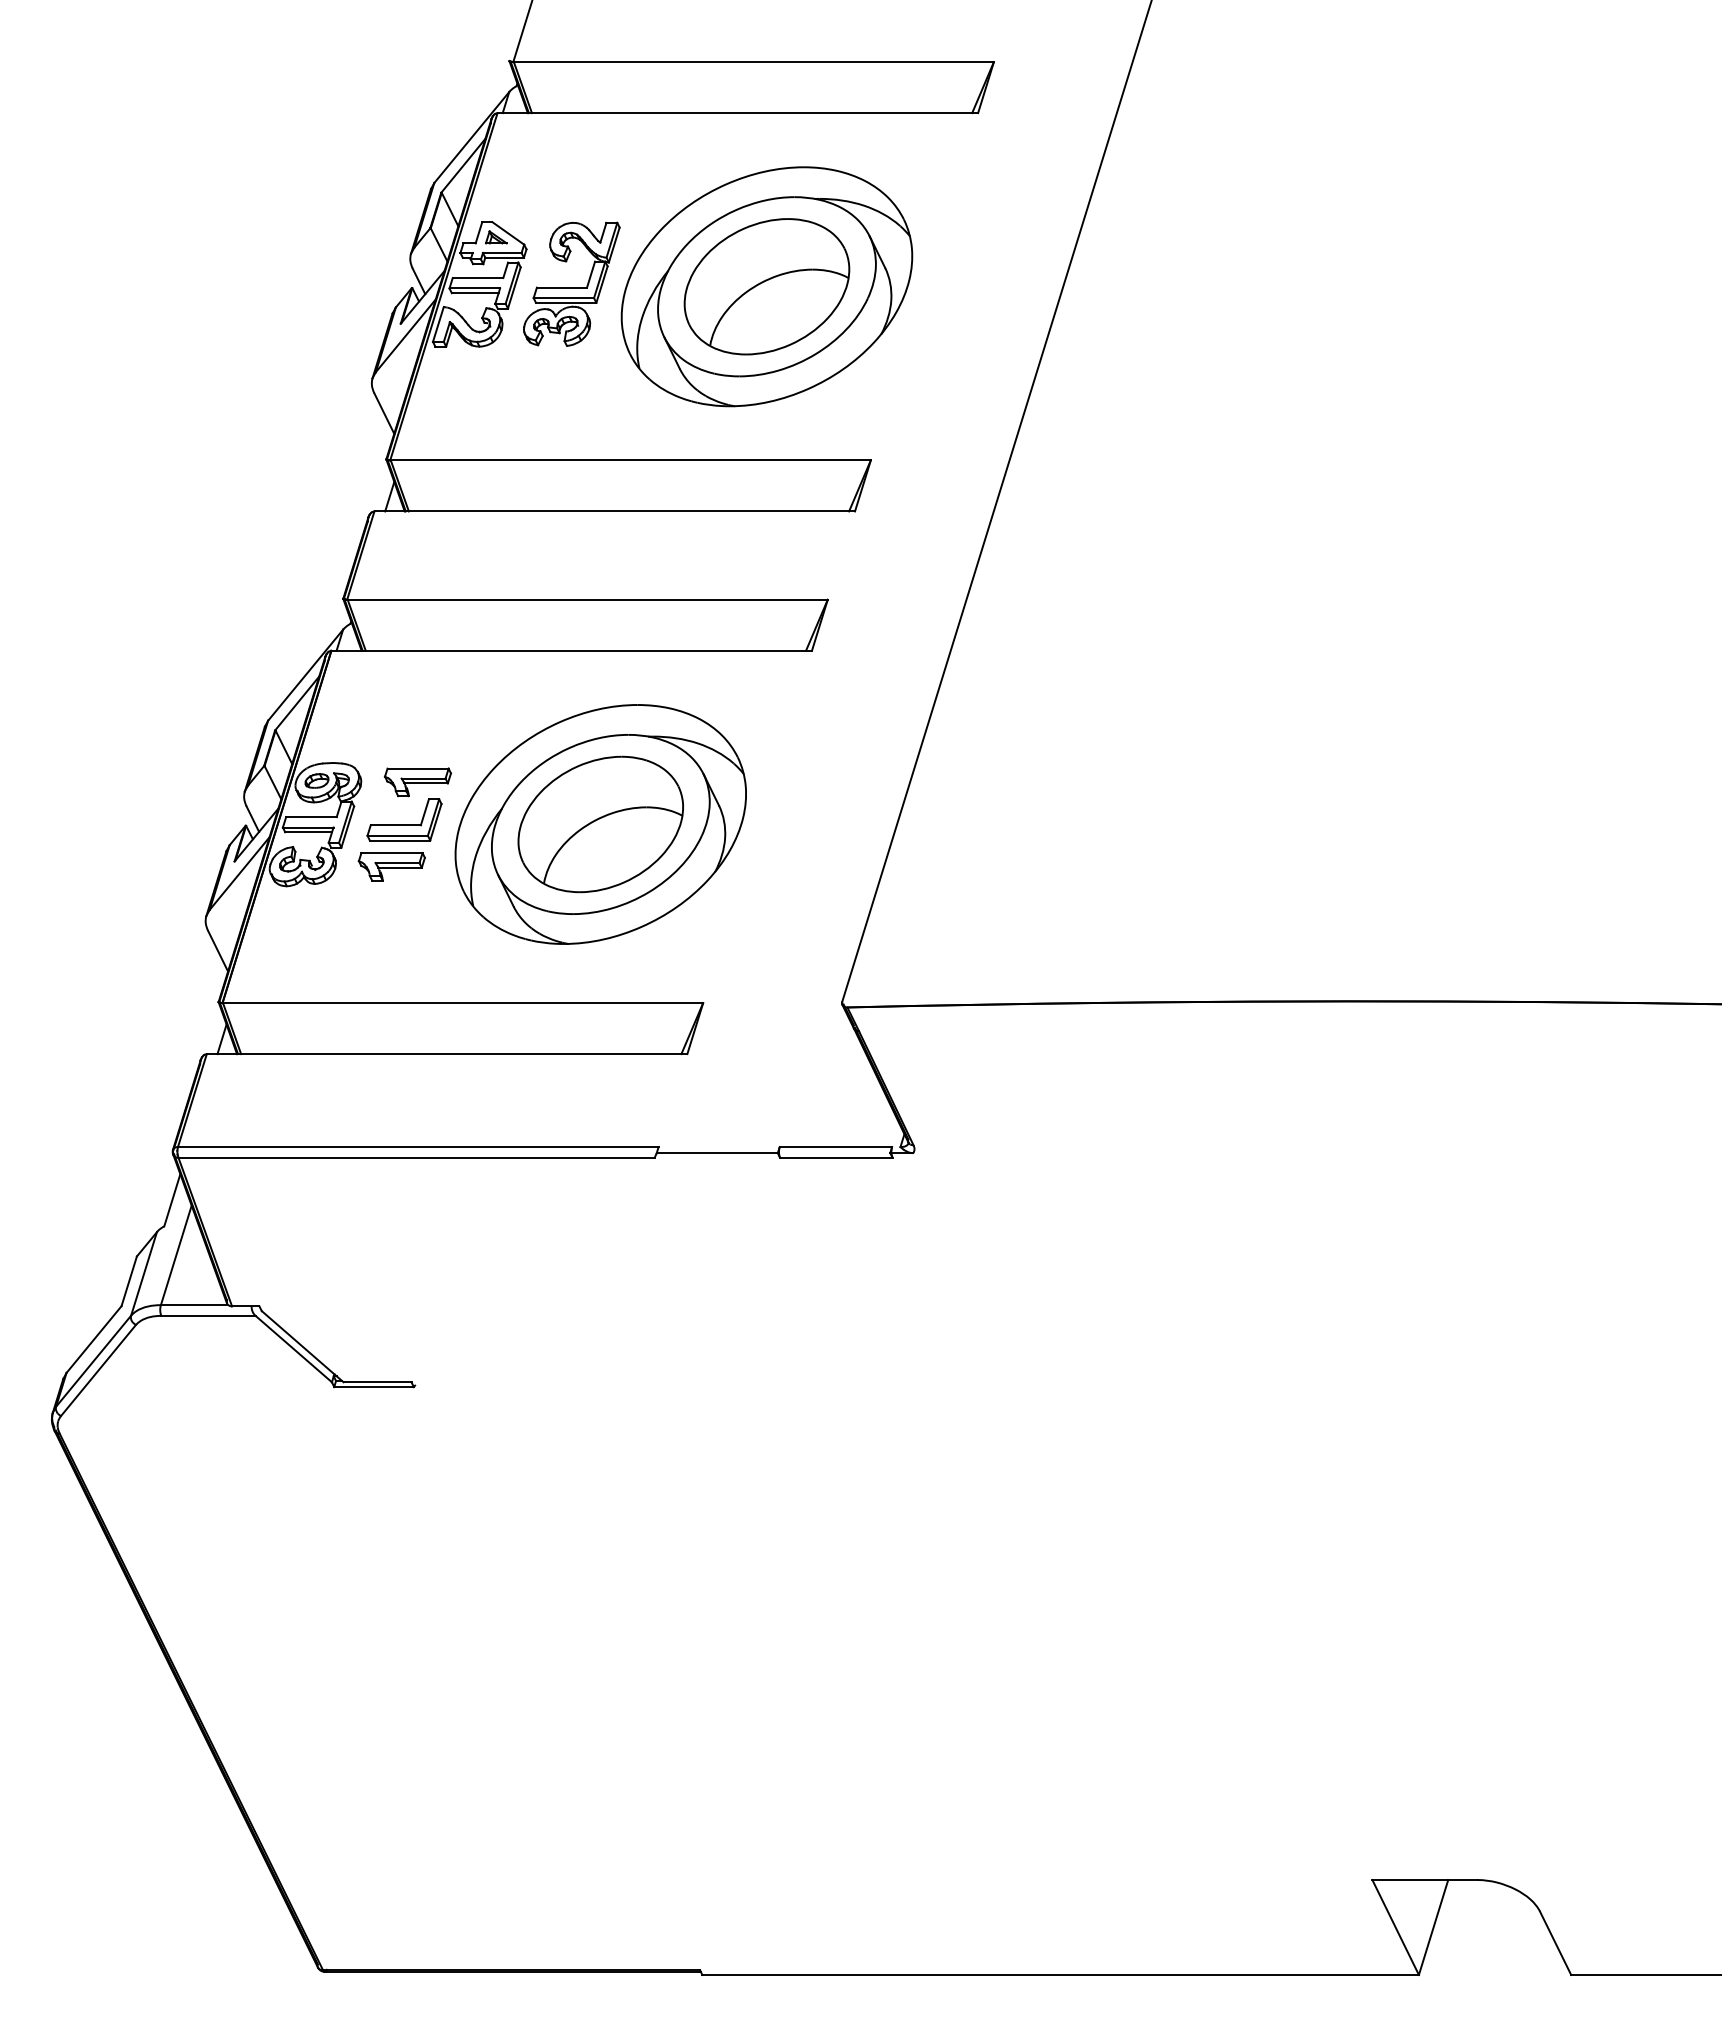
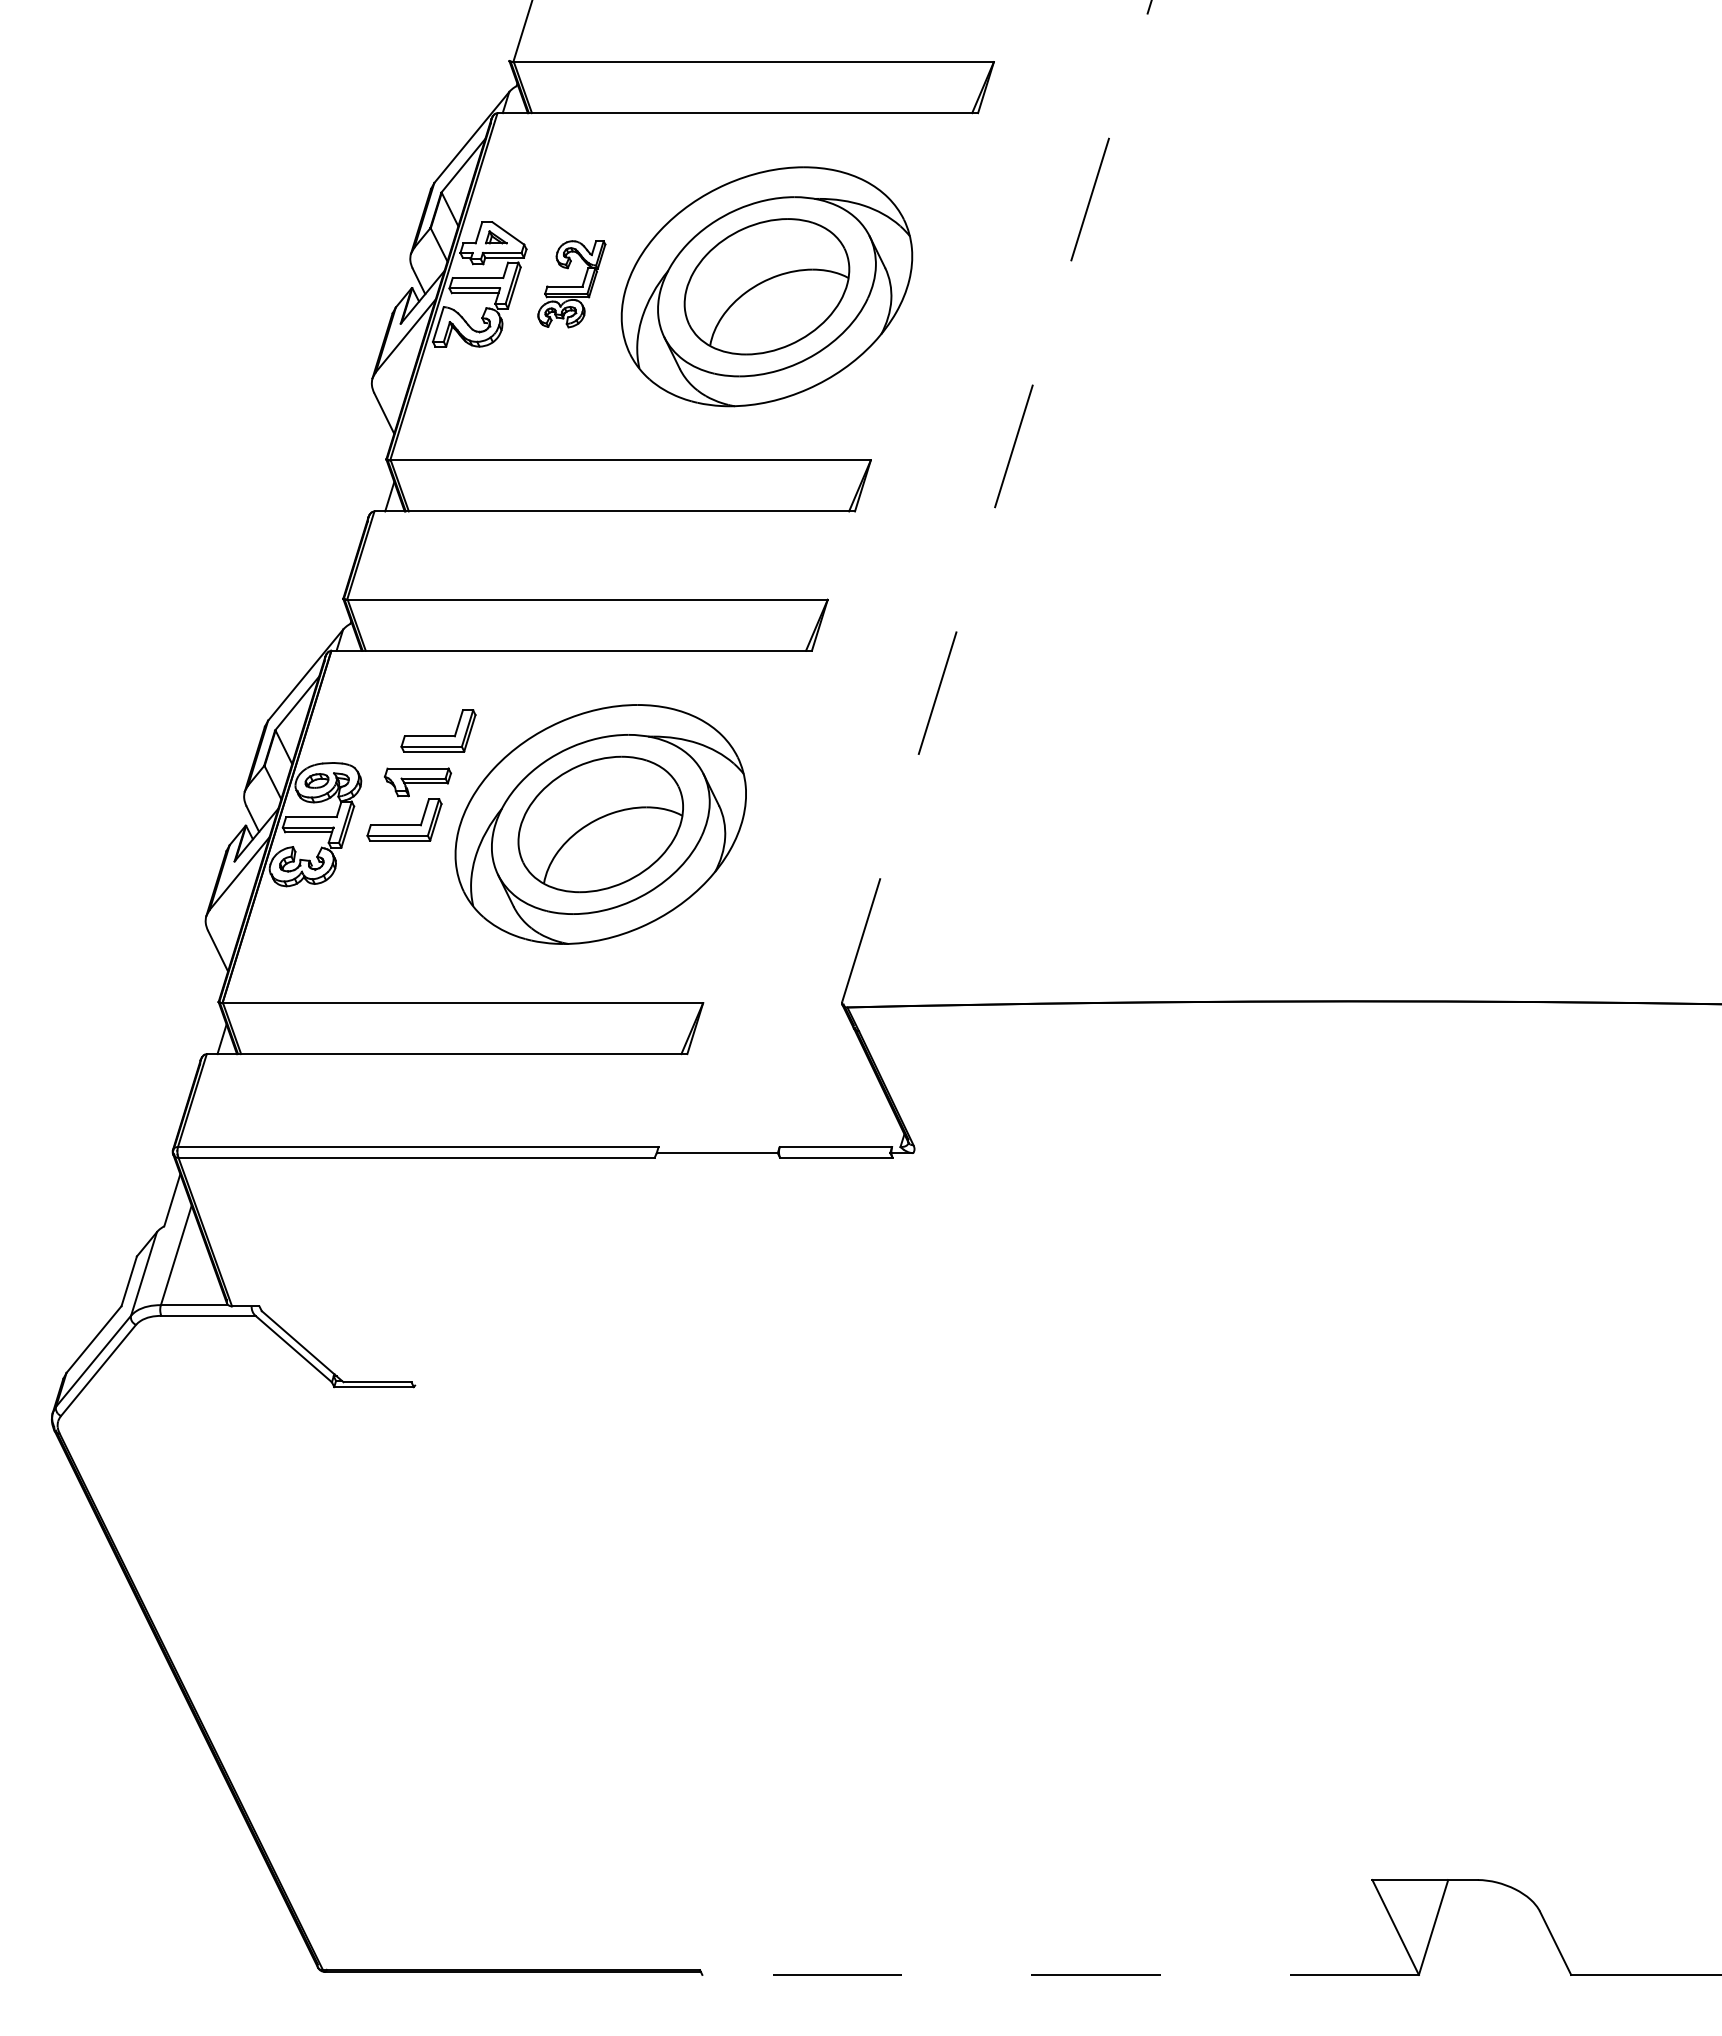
part at (571, 283) size: 98x126 px -> 70x89 px
line at (996, 501): solid -> dashed
part at (438, 730): none -> present
part at (391, 866): present -> none
line at (1060, 1974): solid -> dashed
